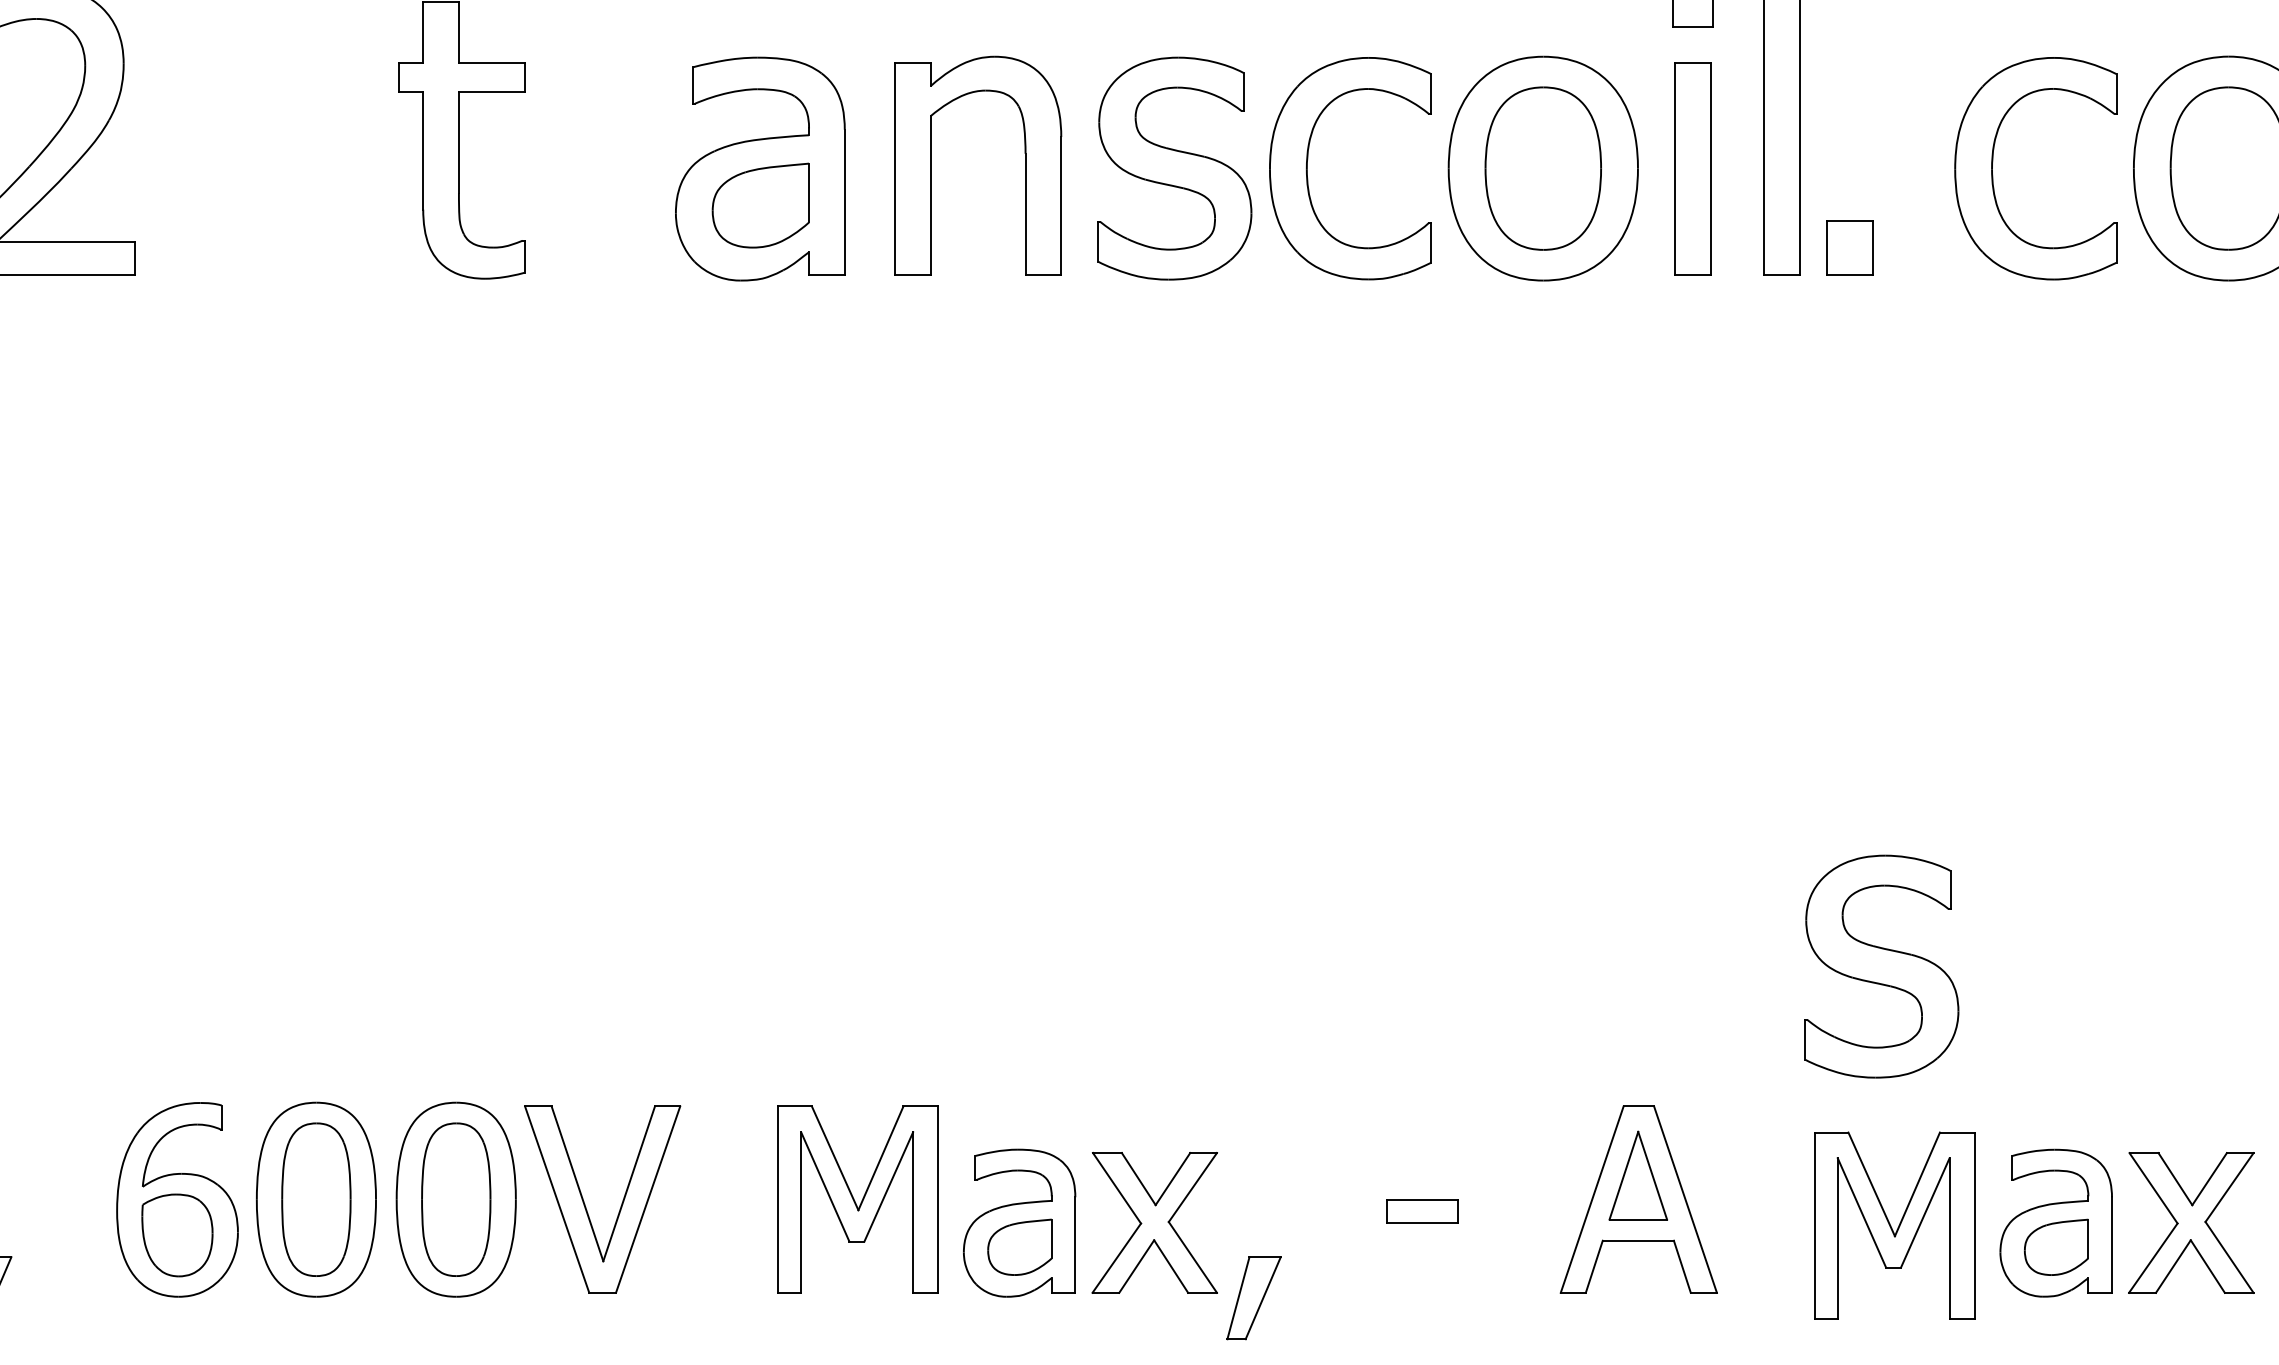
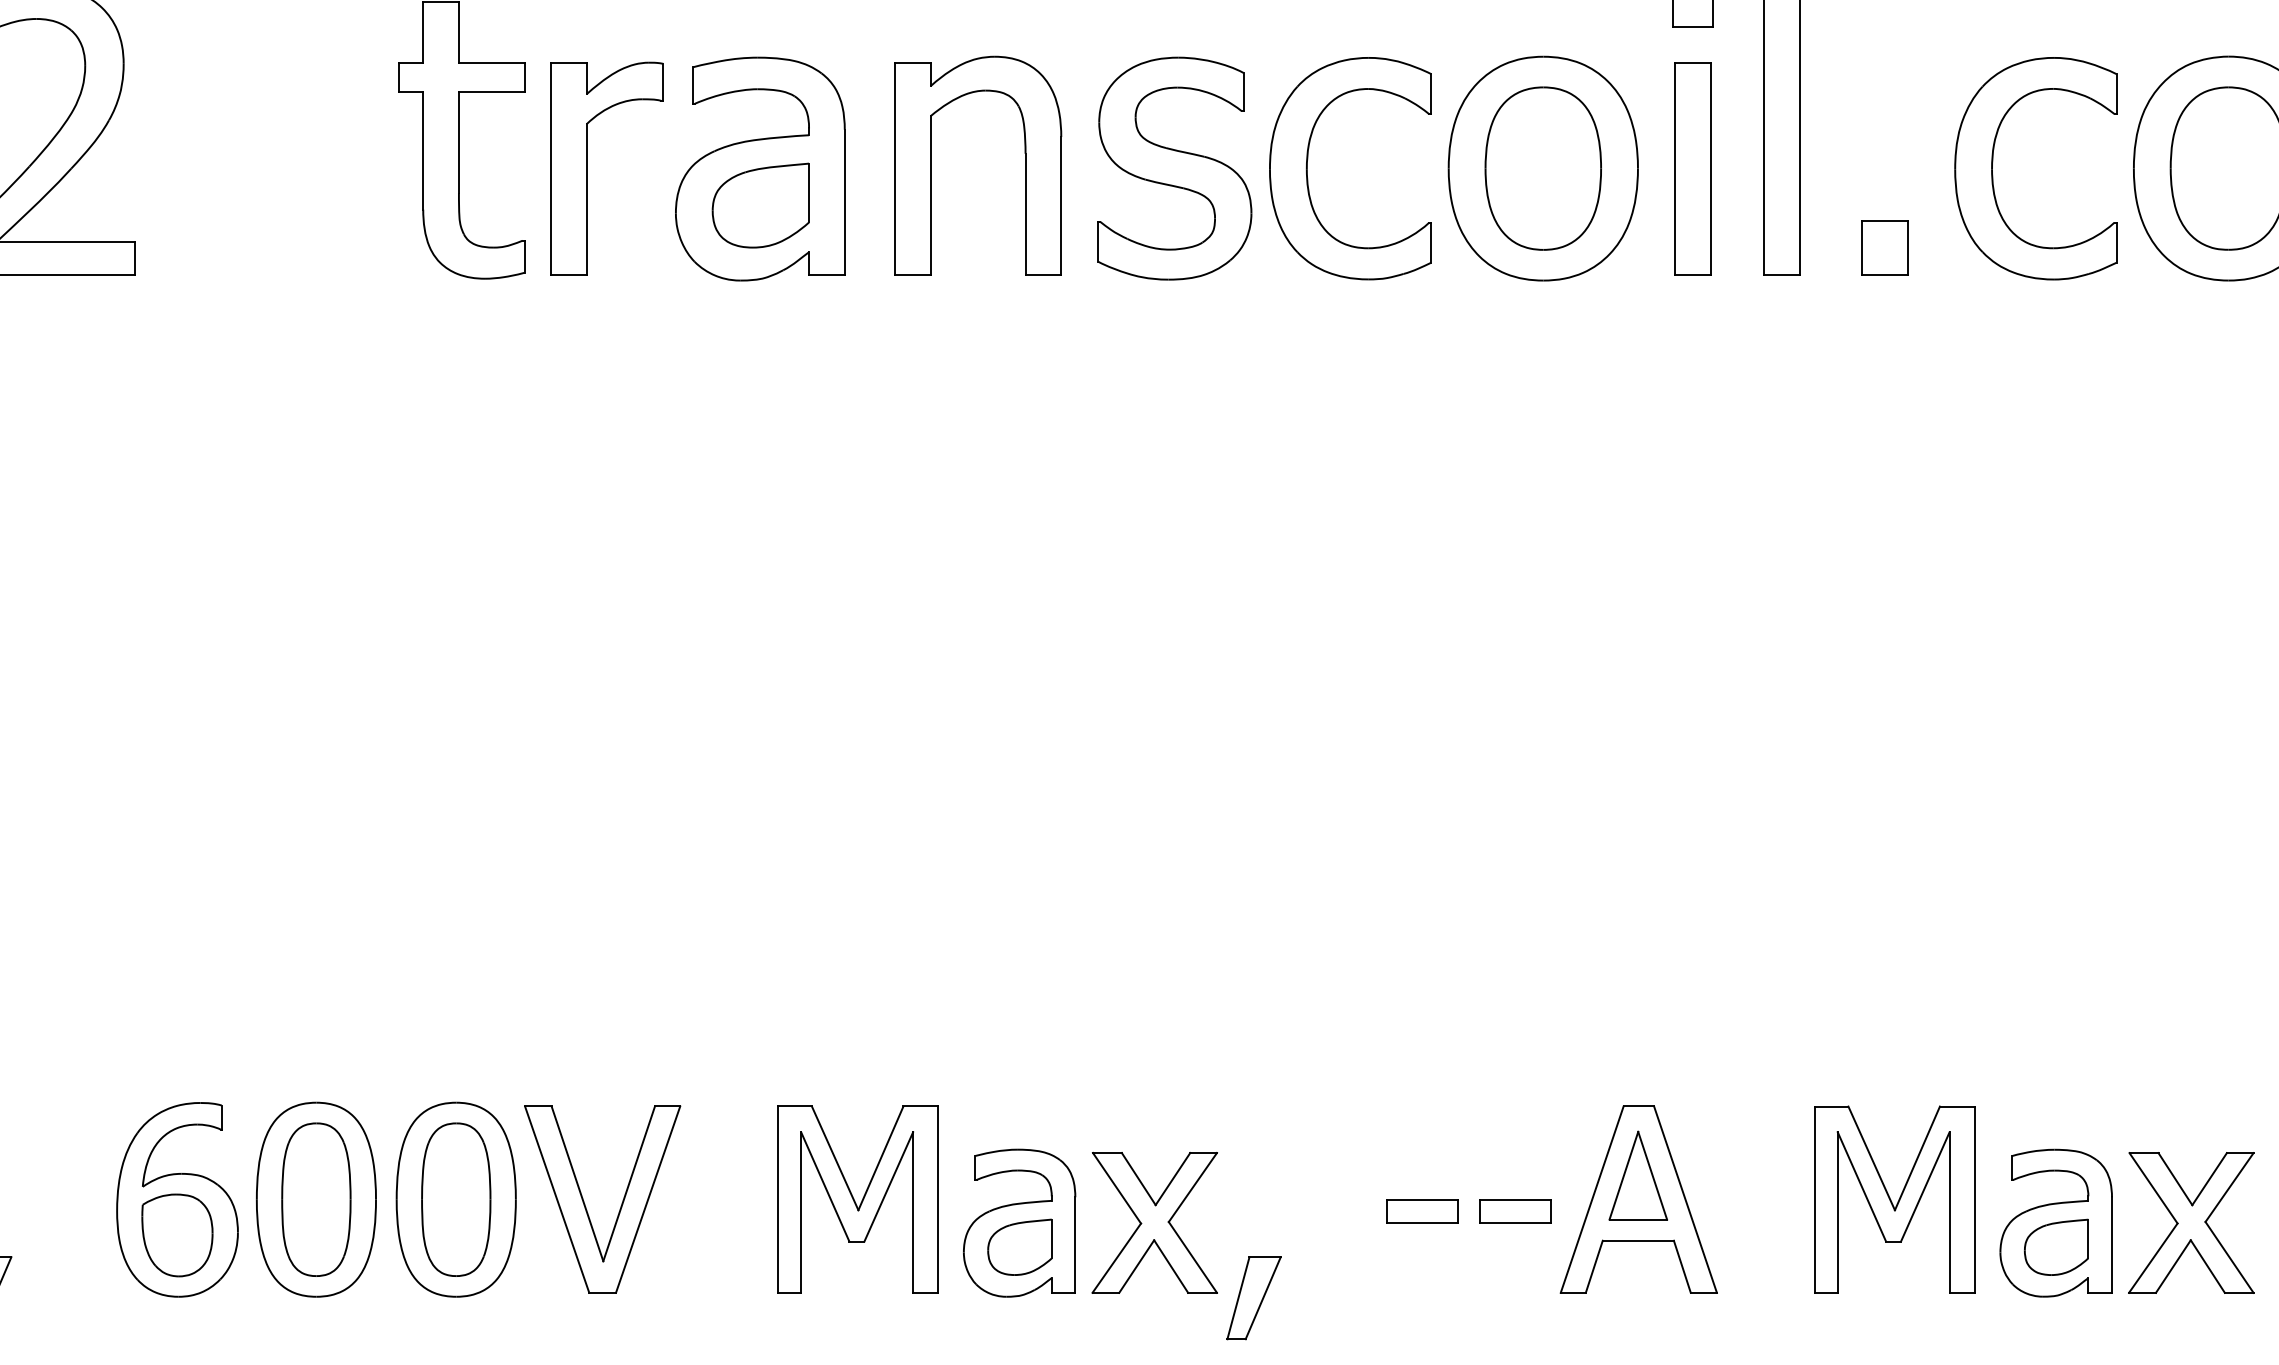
part at (587, 168): none -> present
part at (1849, 247) position: (1849, 247) -> (1884, 247)
part at (1881, 966): present -> none
part at (1515, 1211): none -> present
part at (1894, 1225) position: (1894, 1225) -> (1894, 1199)
